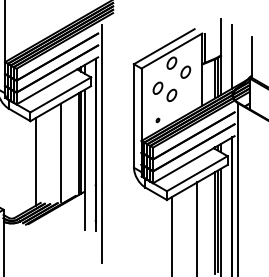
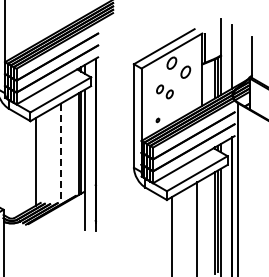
part at (164, 91) size: 26x22 px -> 18x16 px
line at (101, 143): present -> none
line at (60, 153): solid -> dashed
